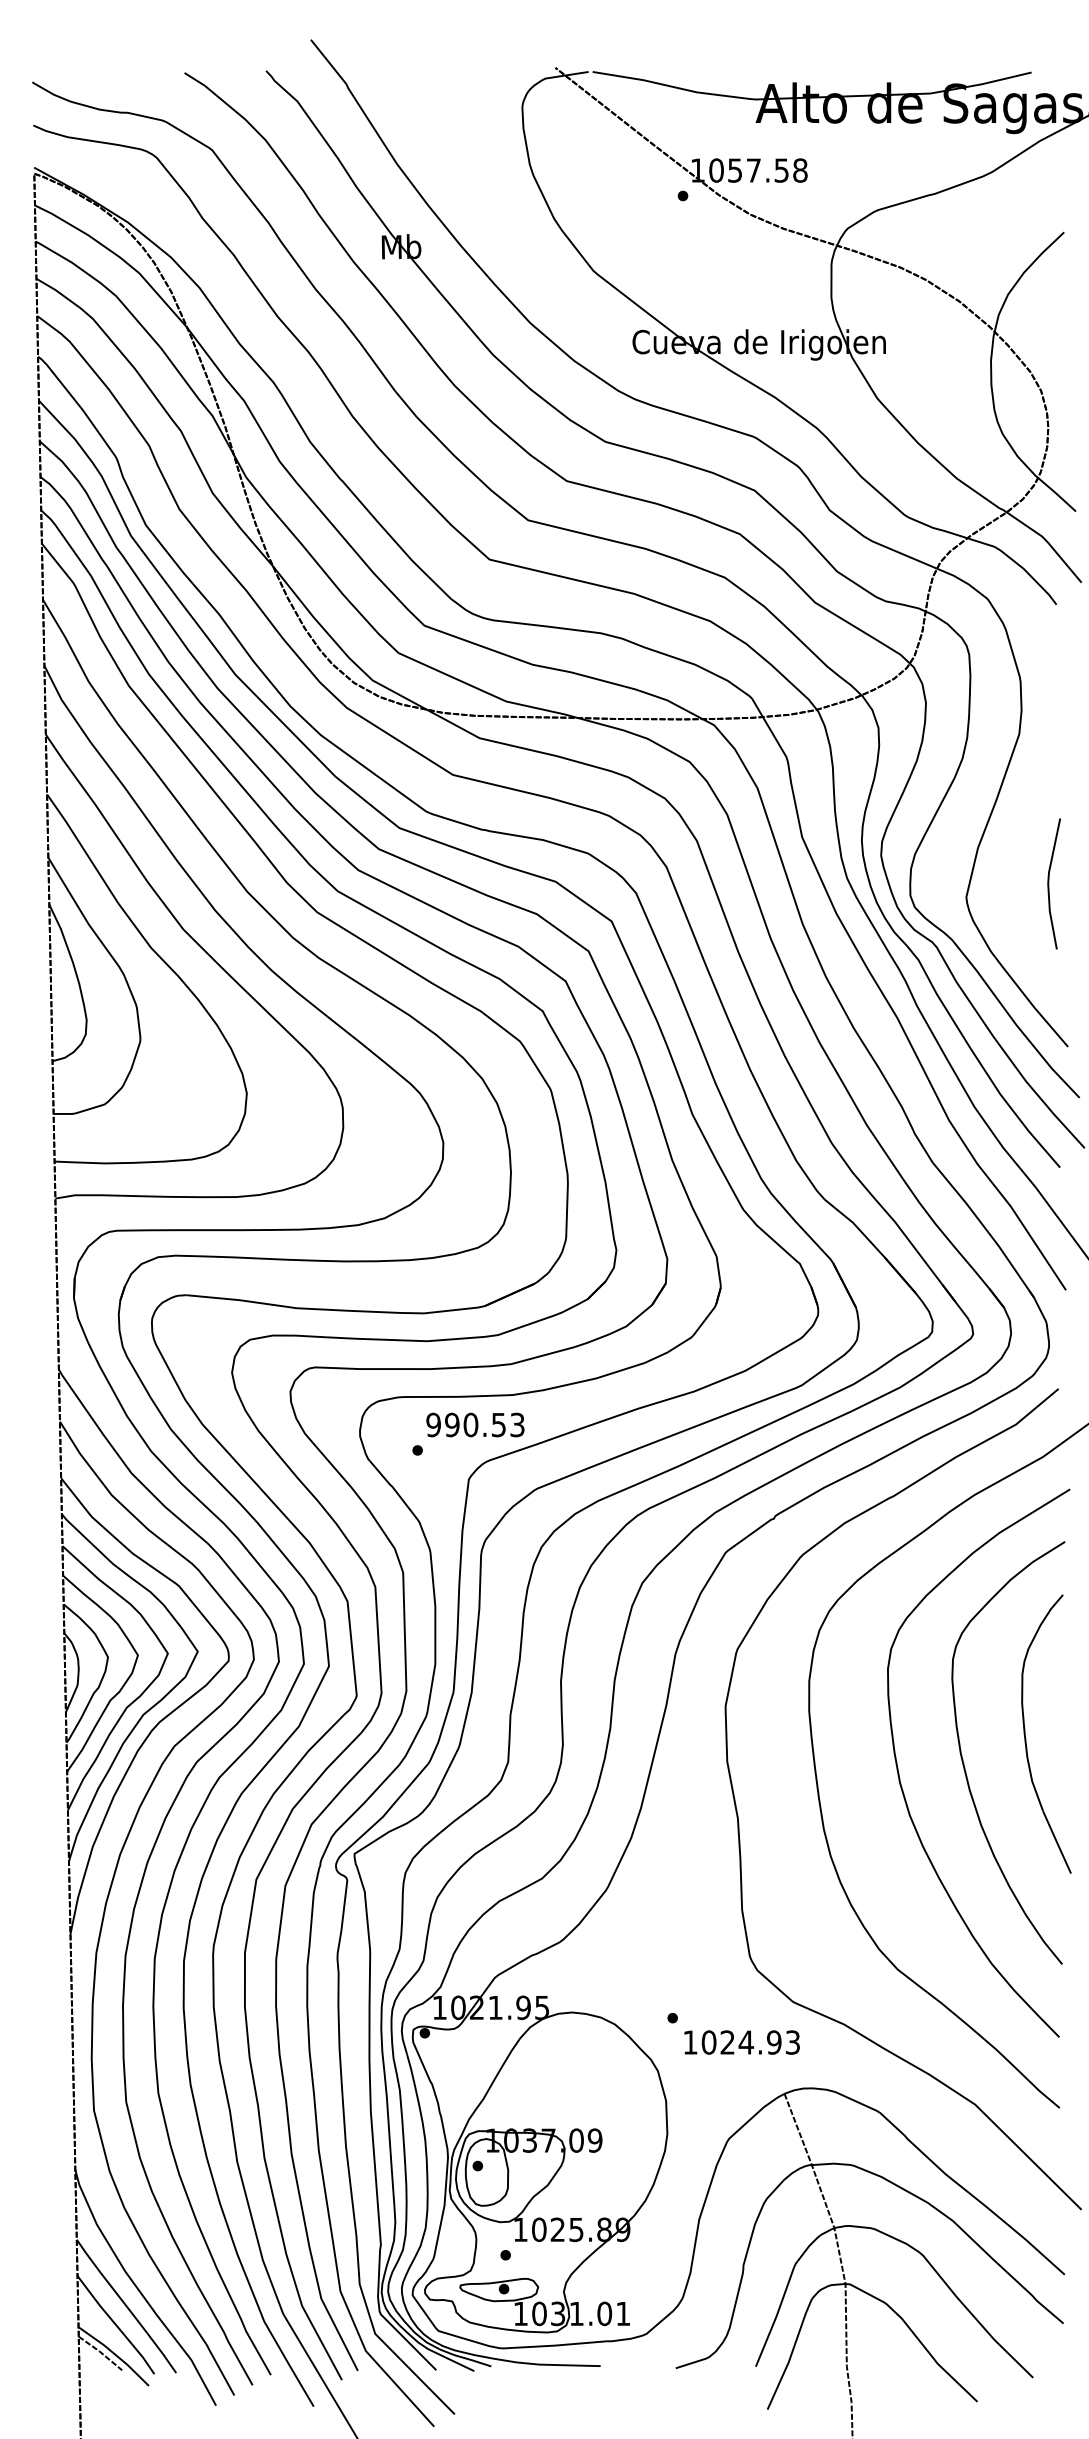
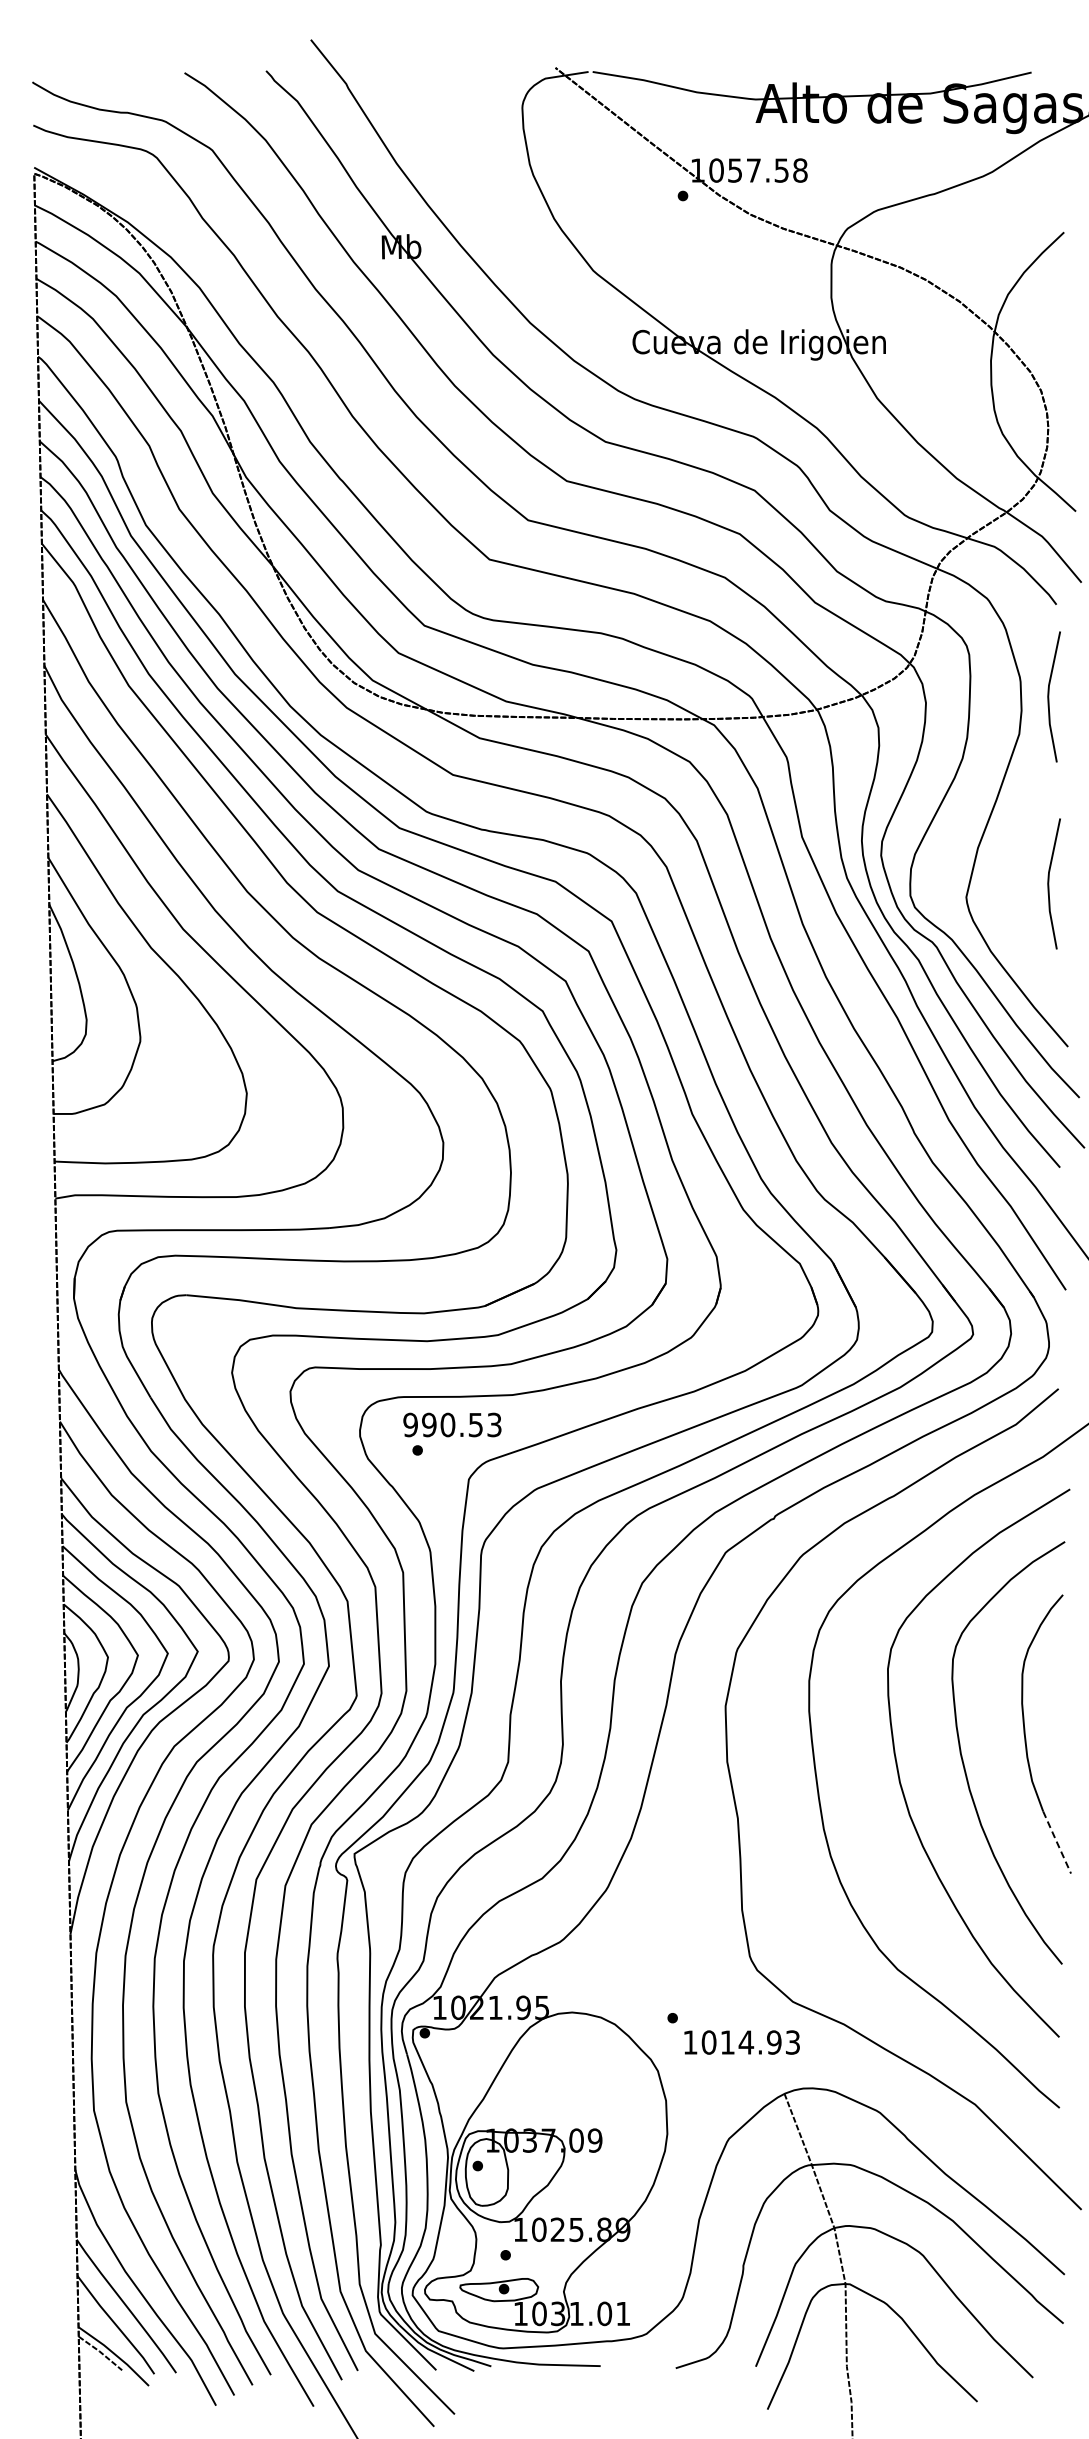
line at (1049, 696): none -> present
text at (475, 1424) position: (475, 1424) -> (452, 1424)
line at (1057, 1842): solid -> dashed
text at (727, 2042): 1024.93 -> 1014.93
